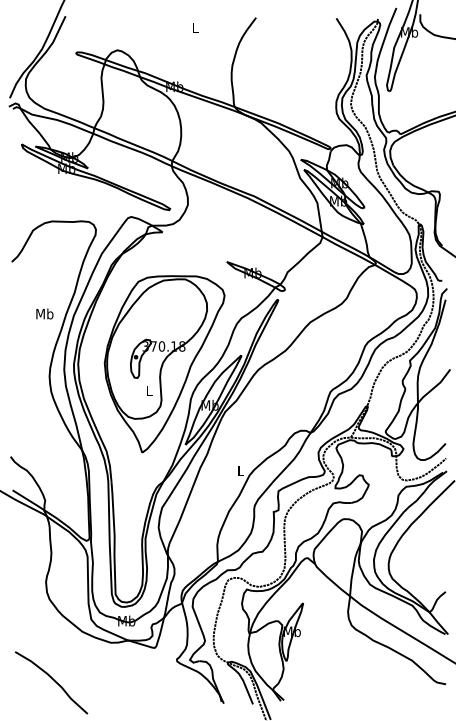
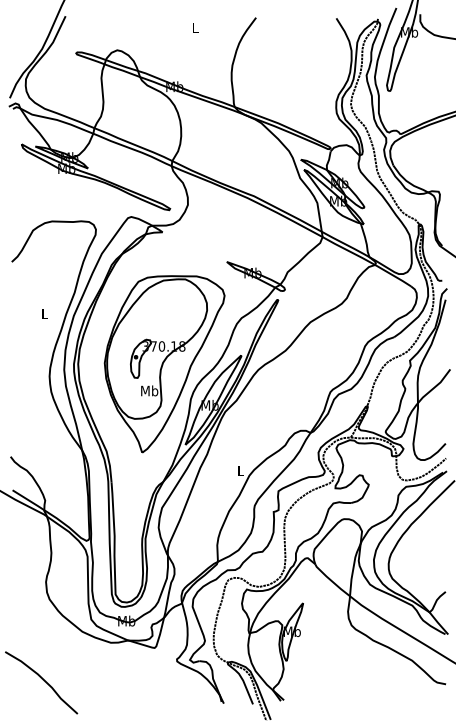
text at (44, 313): Mb -> L
text at (149, 390): L -> Mb
curve at (52, 680) position: (52, 680) -> (42, 680)
